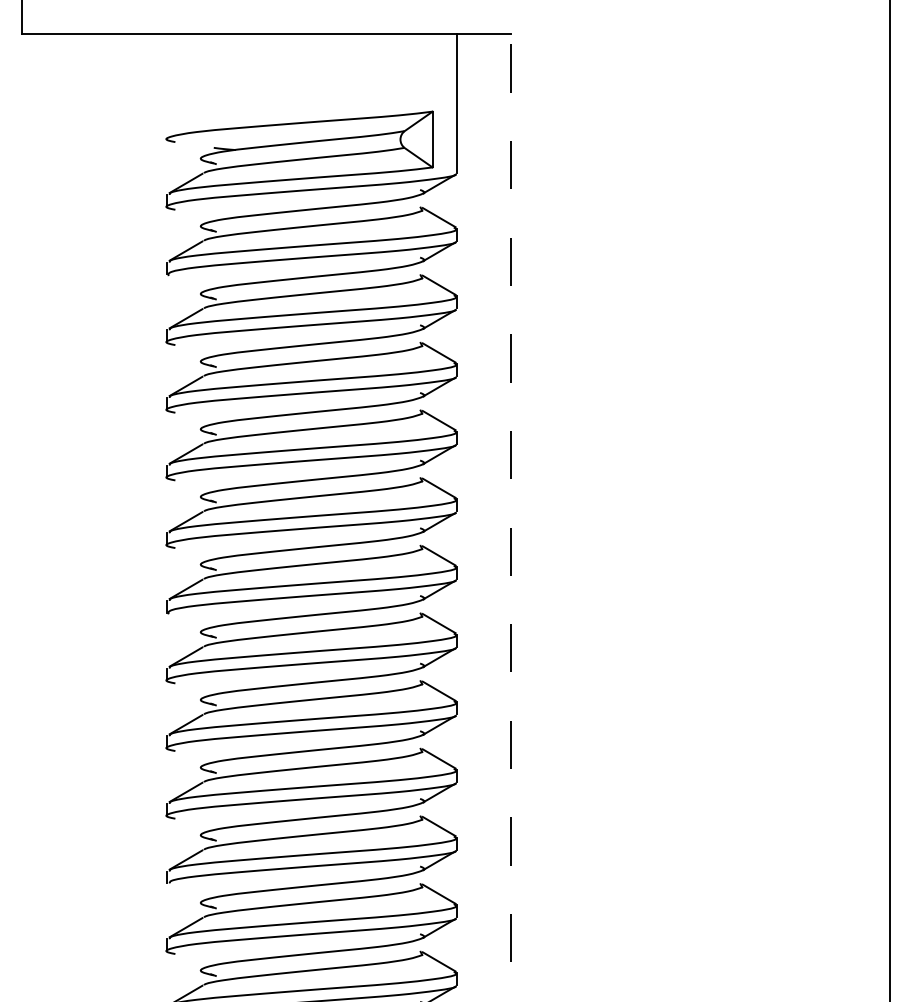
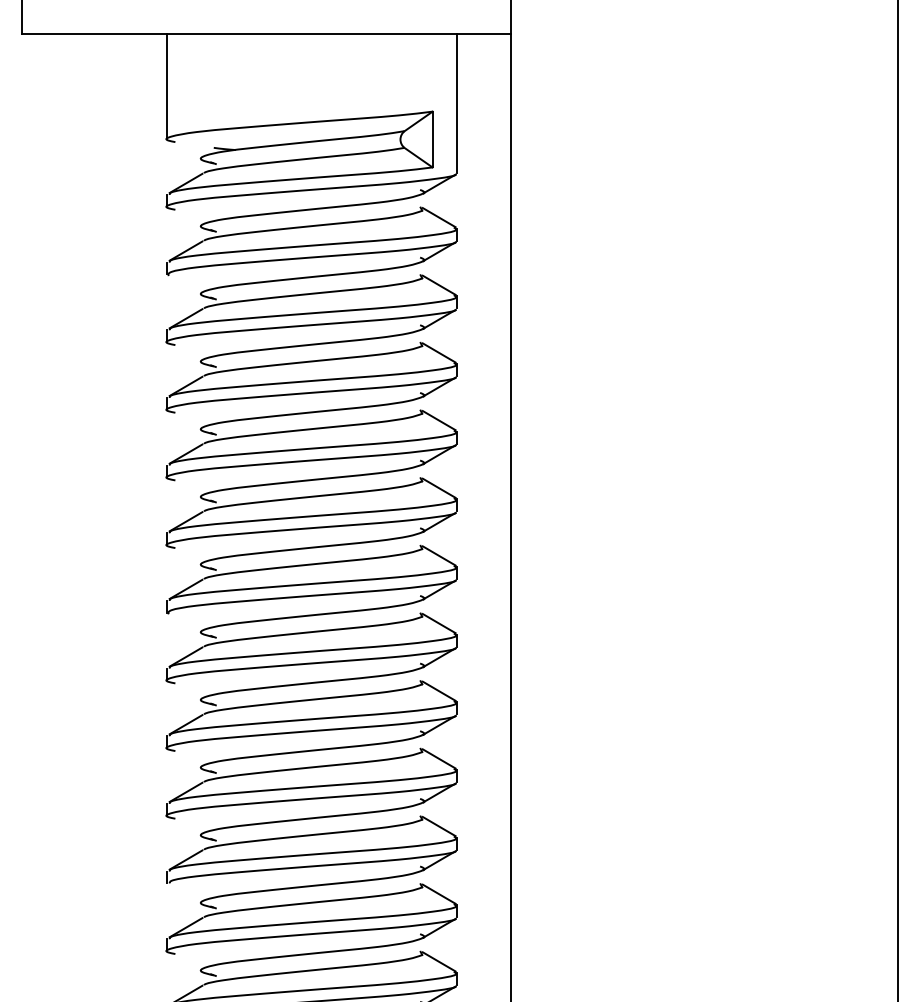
line at (167, 86): none -> present
line at (511, 500): dashed -> solid
line at (889, 500) position: (889, 500) -> (897, 500)
